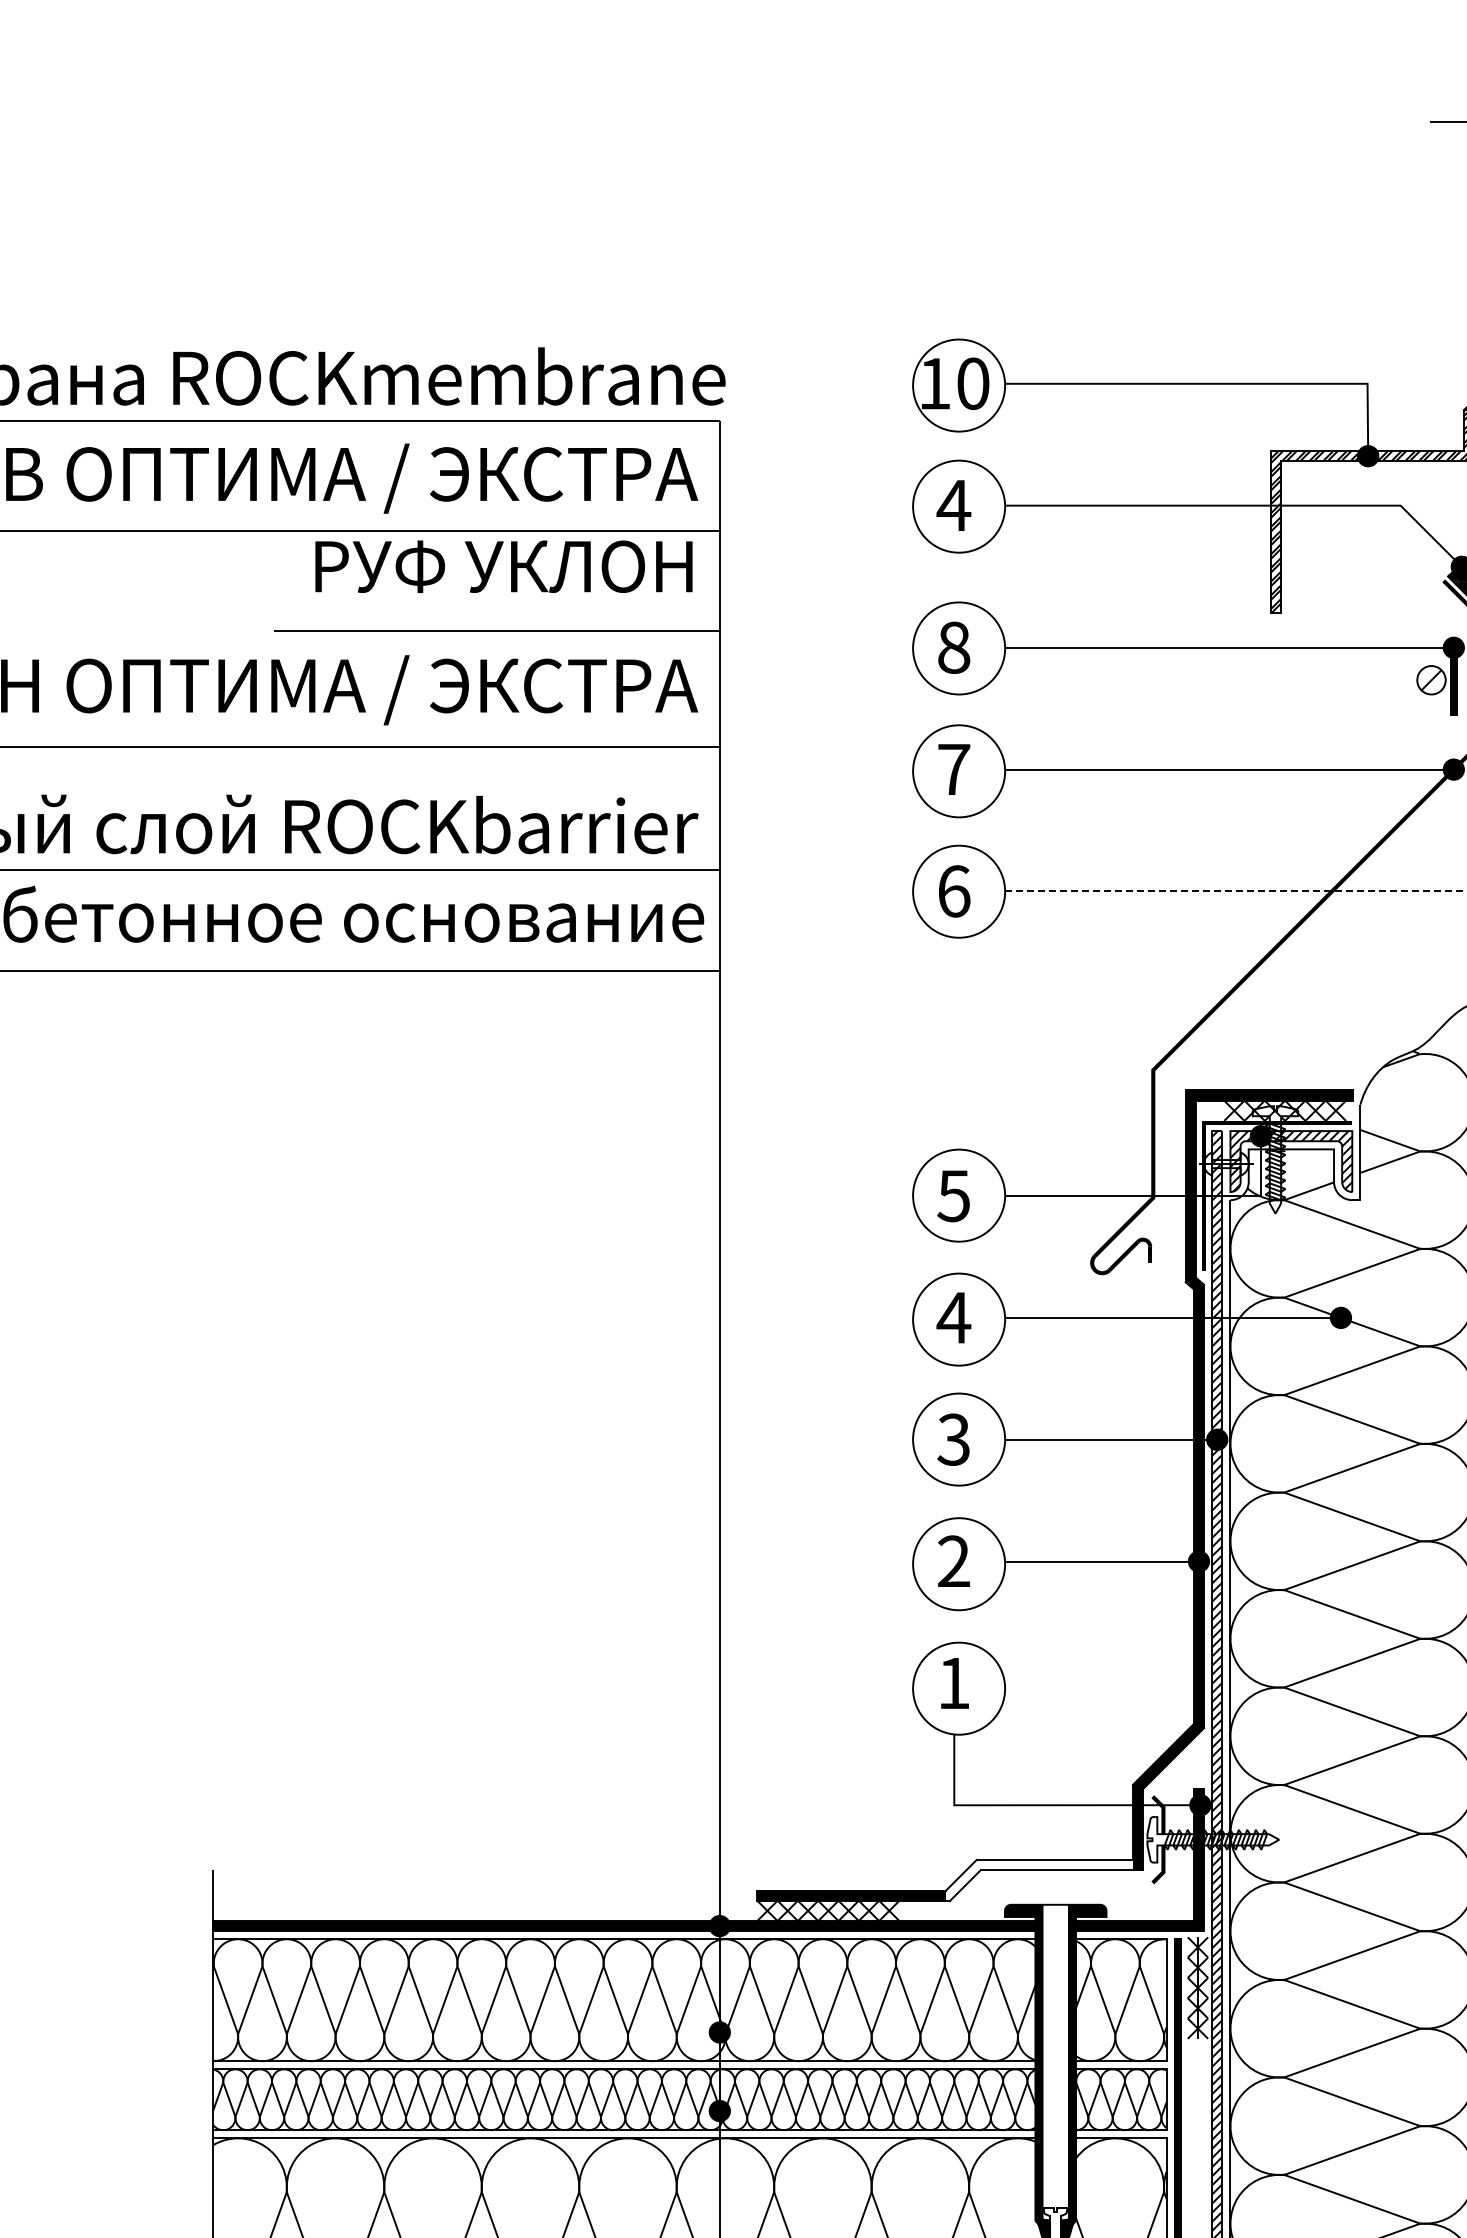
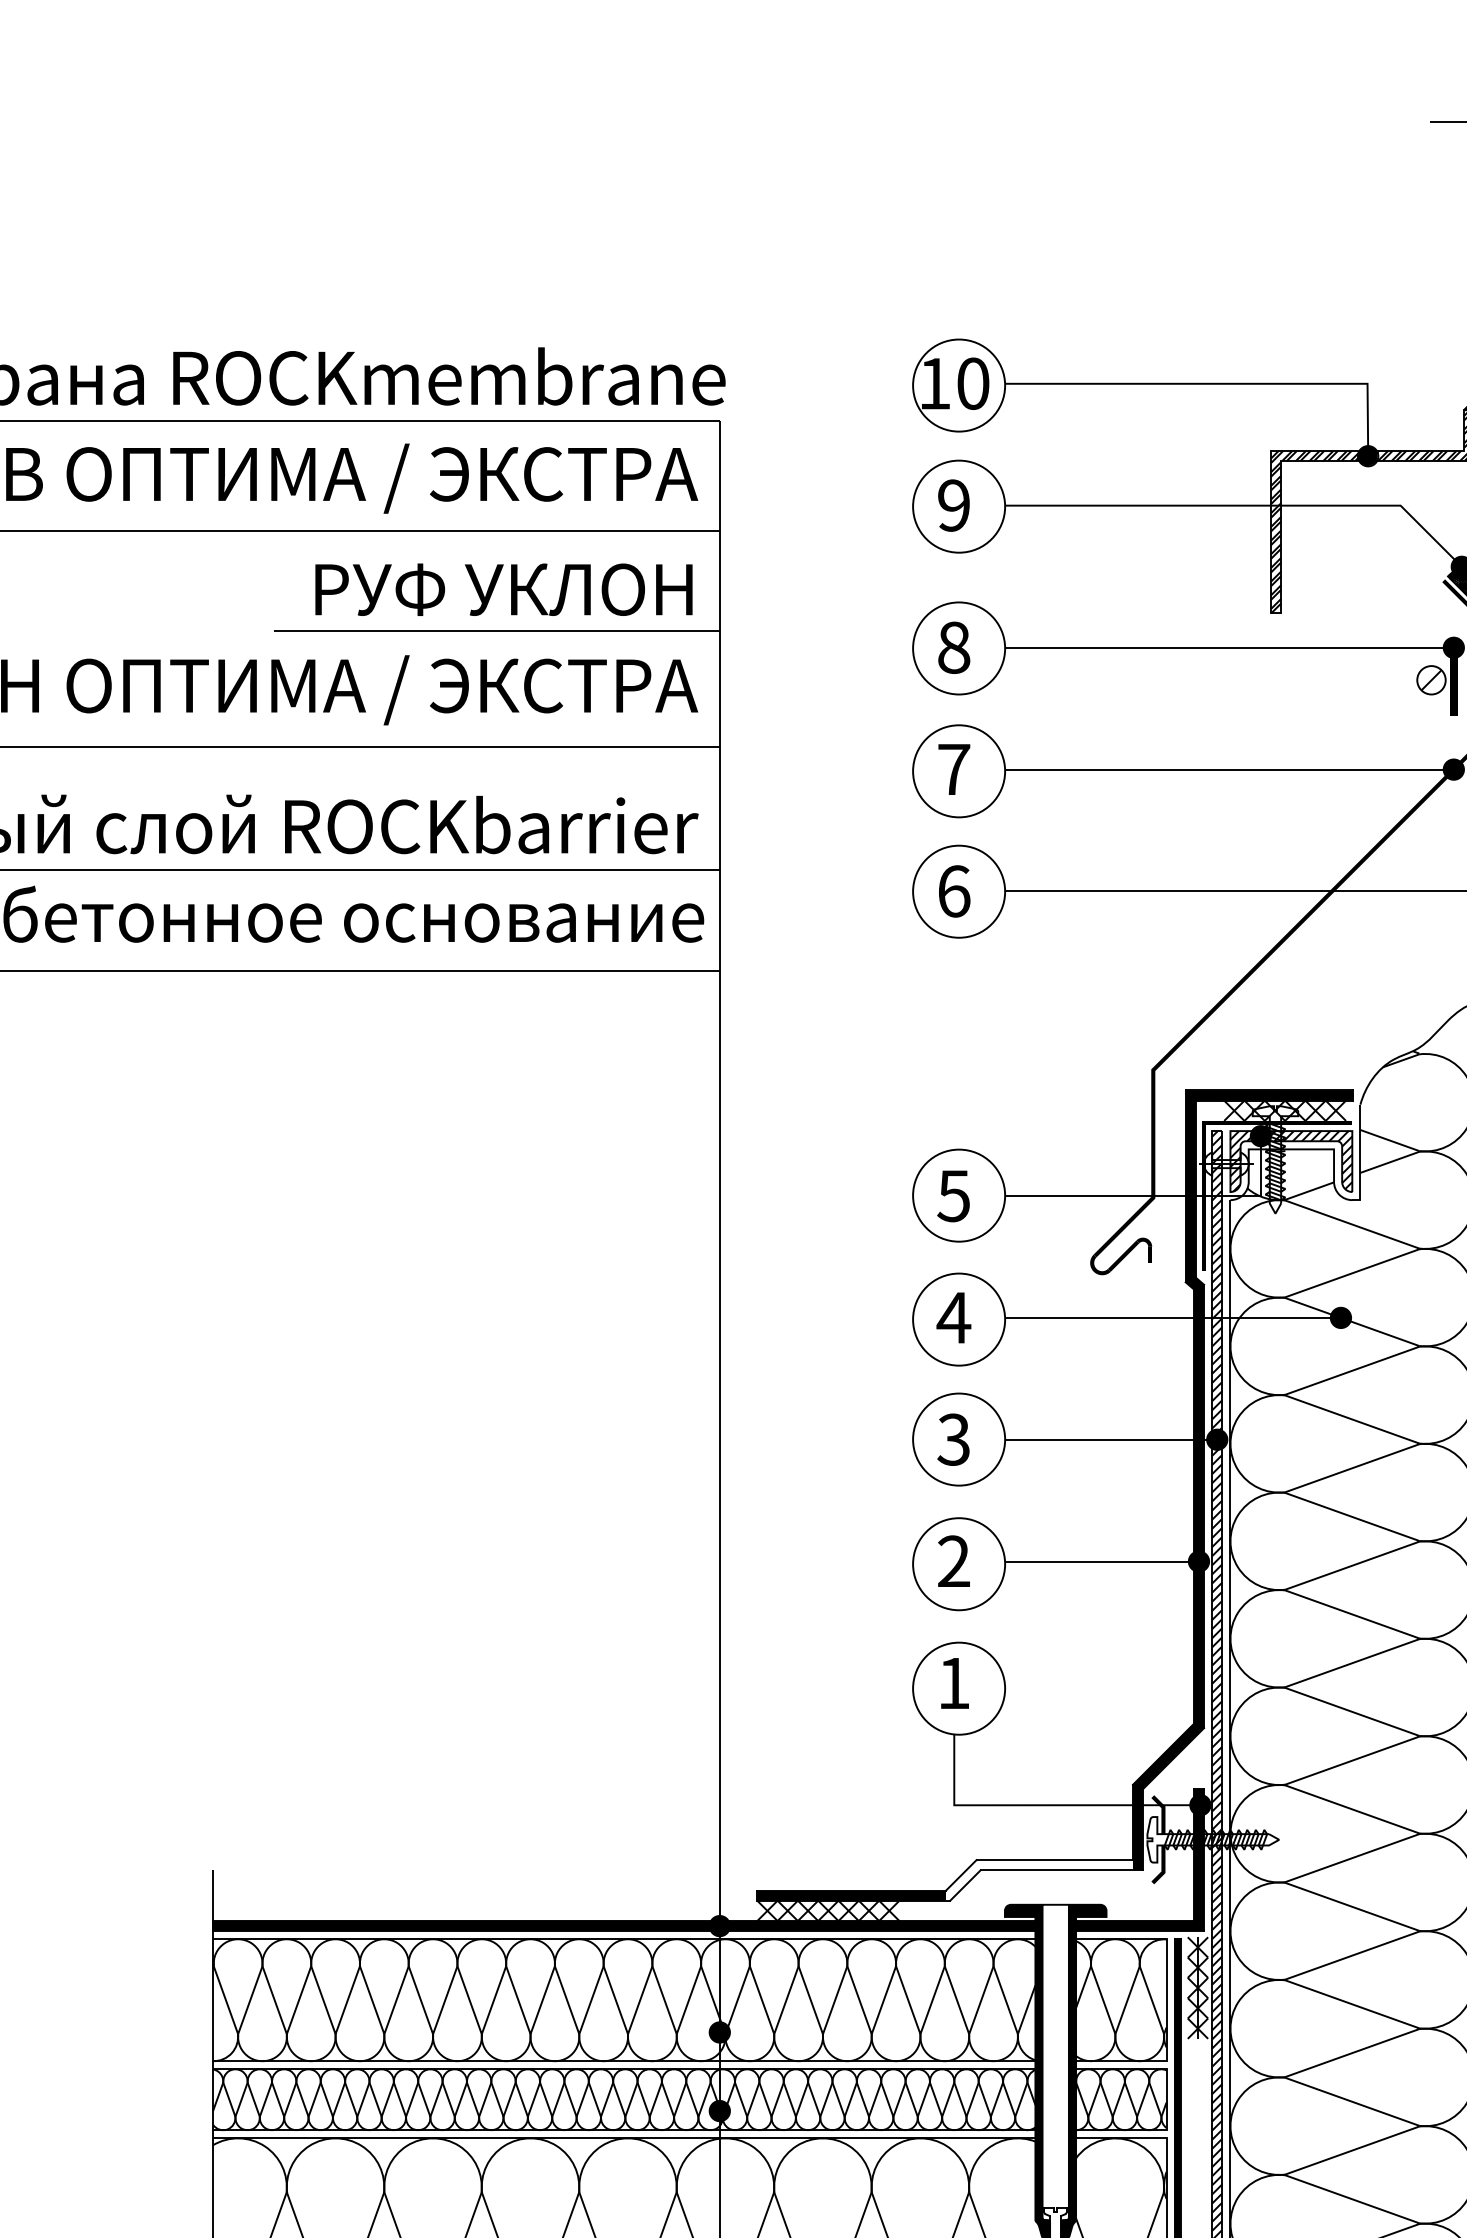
text at (953, 505): 4 -> 9
text at (503, 566) position: (503, 566) -> (503, 589)
line at (1235, 891): dashed -> solid
